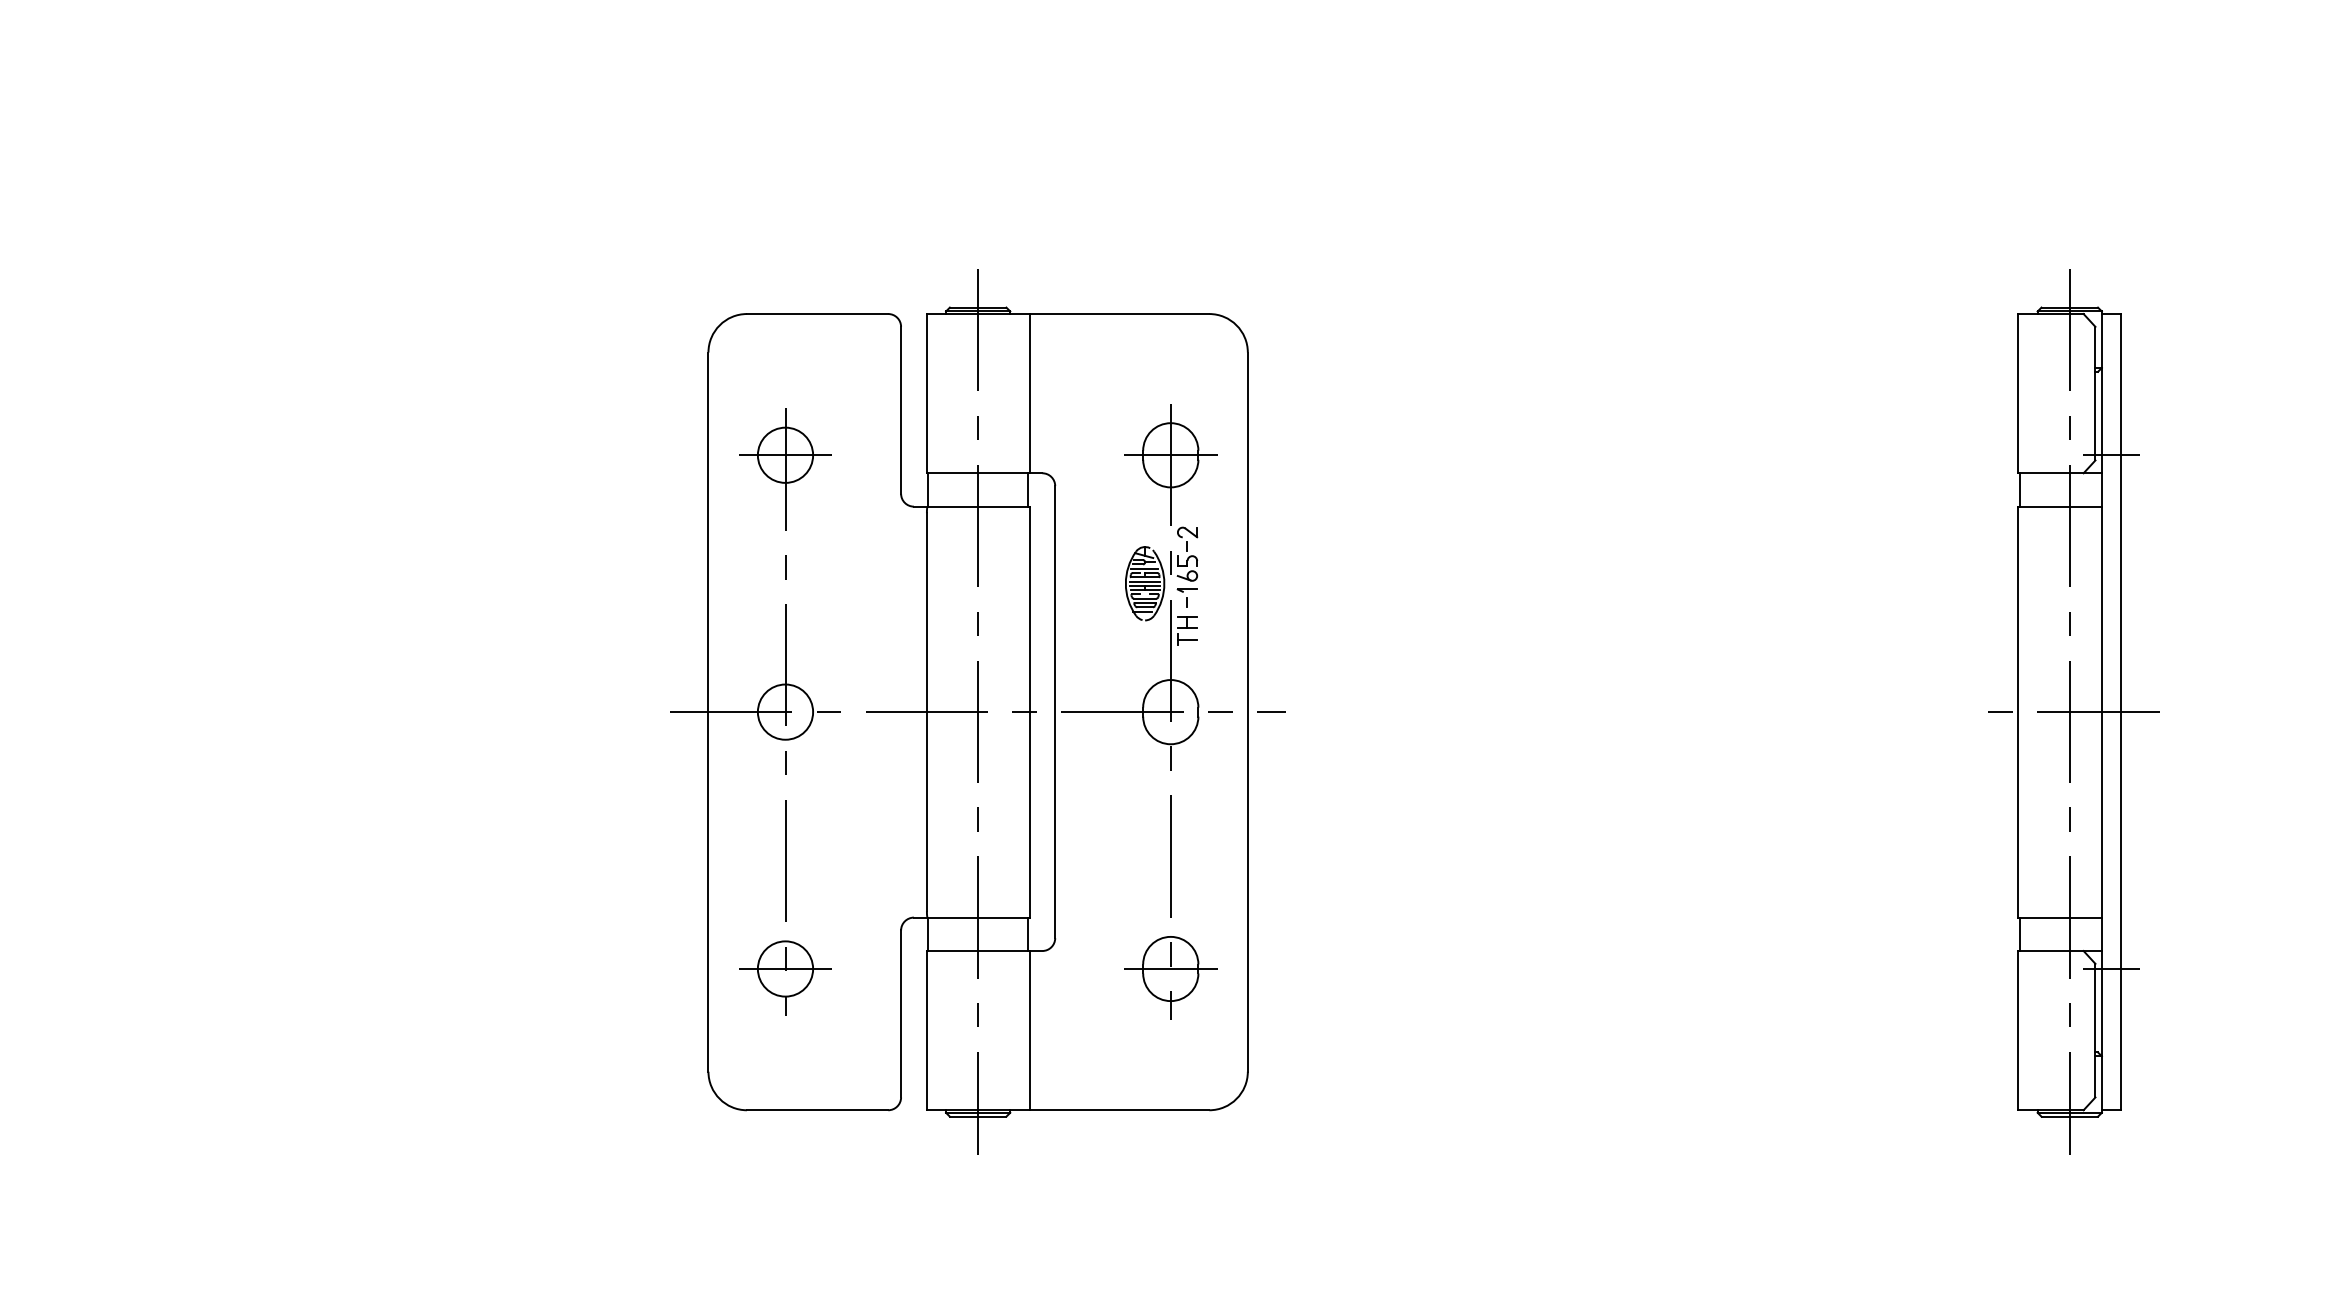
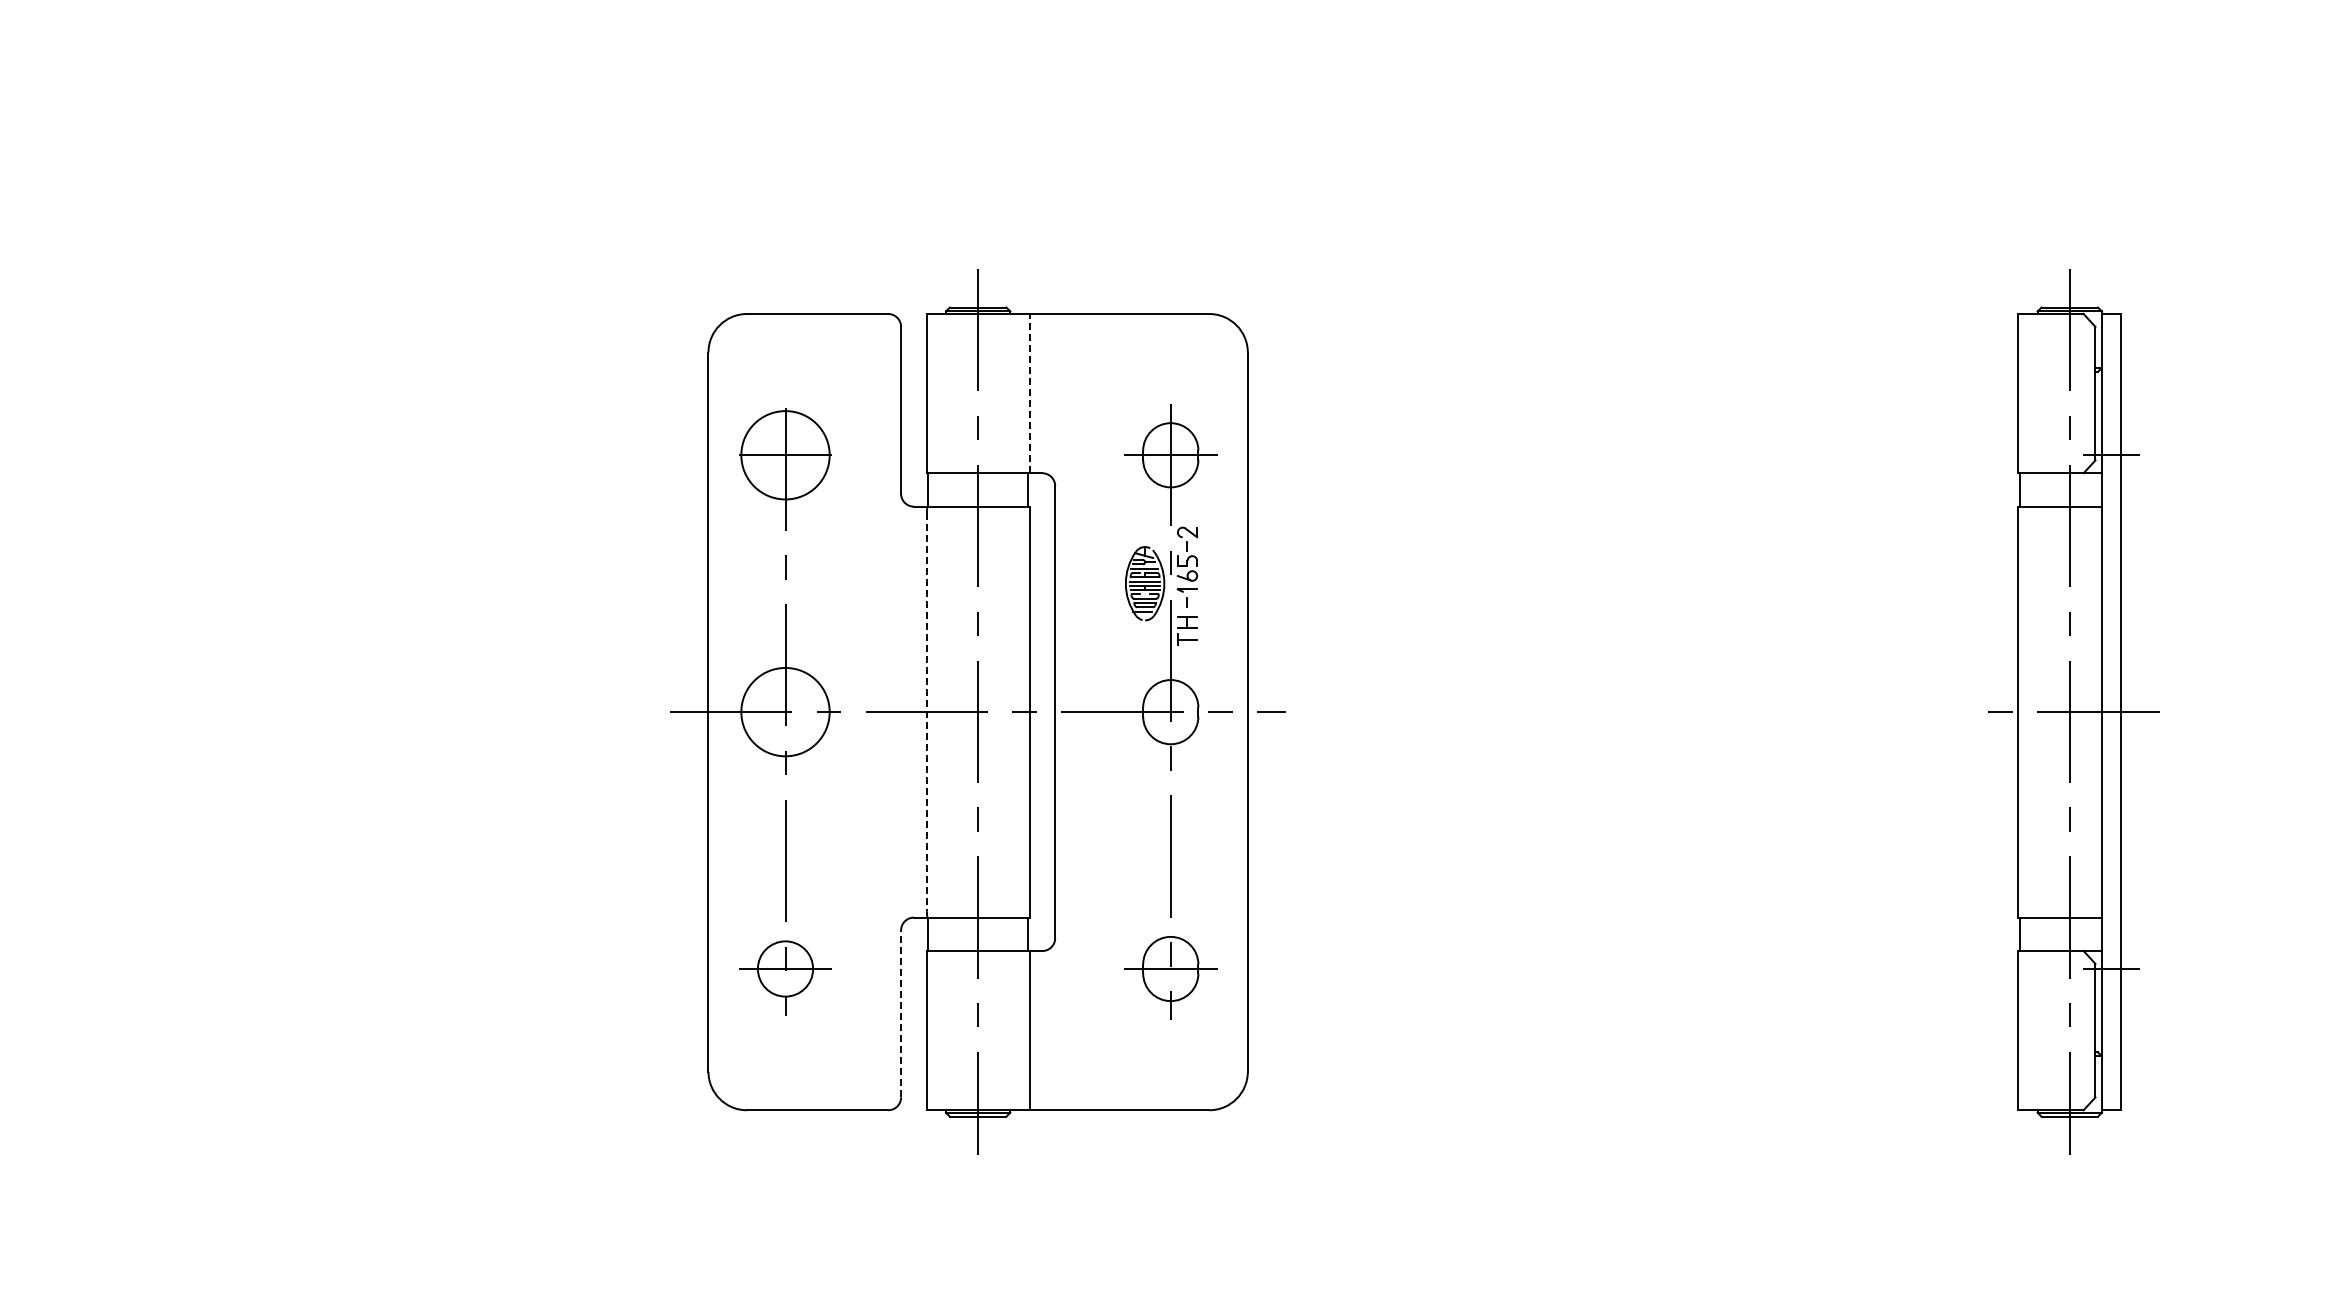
line at (1029, 393): solid -> dashed
circle at (785, 454) diameter: 55 px -> 88 px
circle at (785, 711) diameter: 55 px -> 88 px
line at (926, 712): solid -> dashed
line at (901, 1013): solid -> dashed
